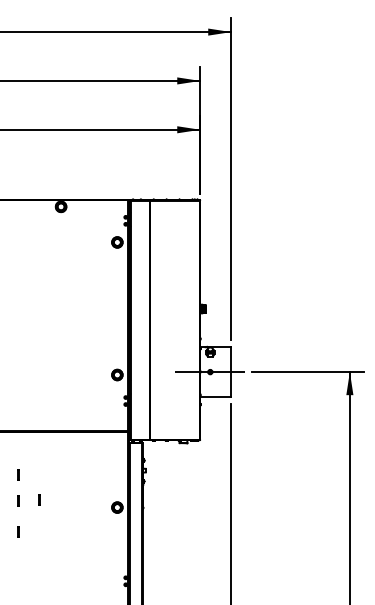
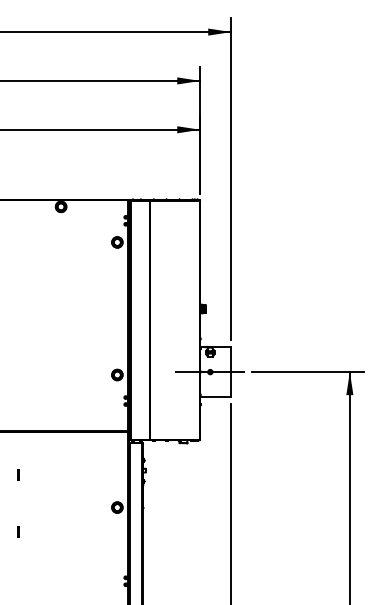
line at (39, 499): present -> none
line at (18, 500): present -> none
